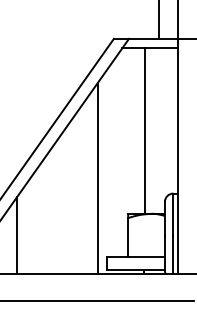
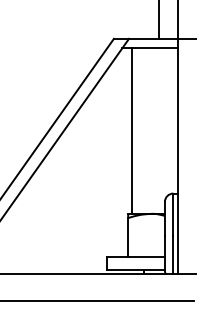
line at (144, 130) position: (144, 130) -> (131, 130)
line at (97, 178): present -> none
line at (17, 235): present -> none
